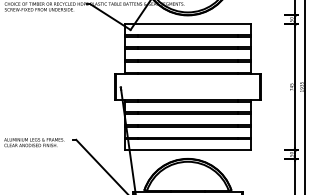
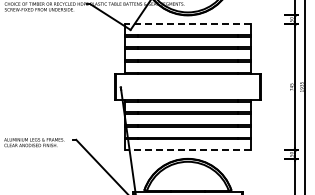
line at (187, 24): solid -> dashed
line at (187, 150): solid -> dashed
